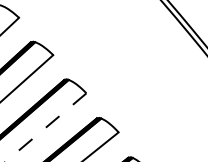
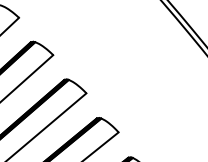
line at (45, 127): dashed -> solid
